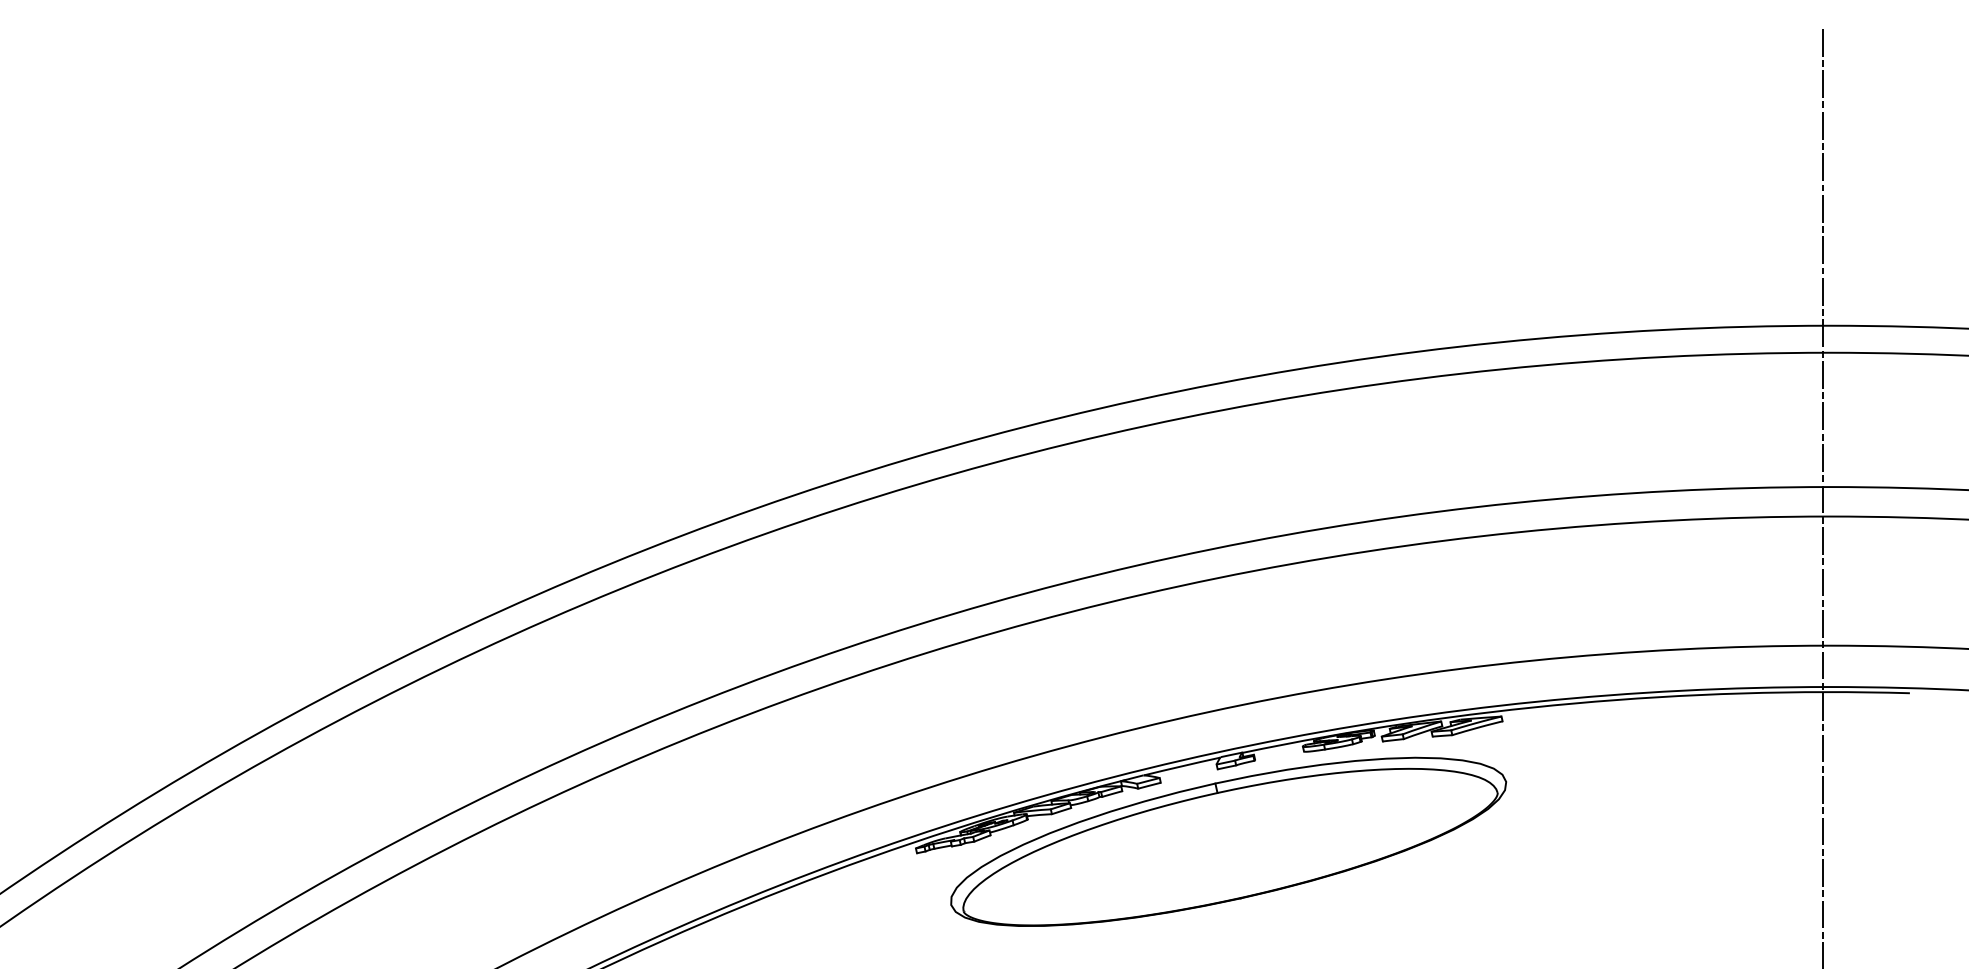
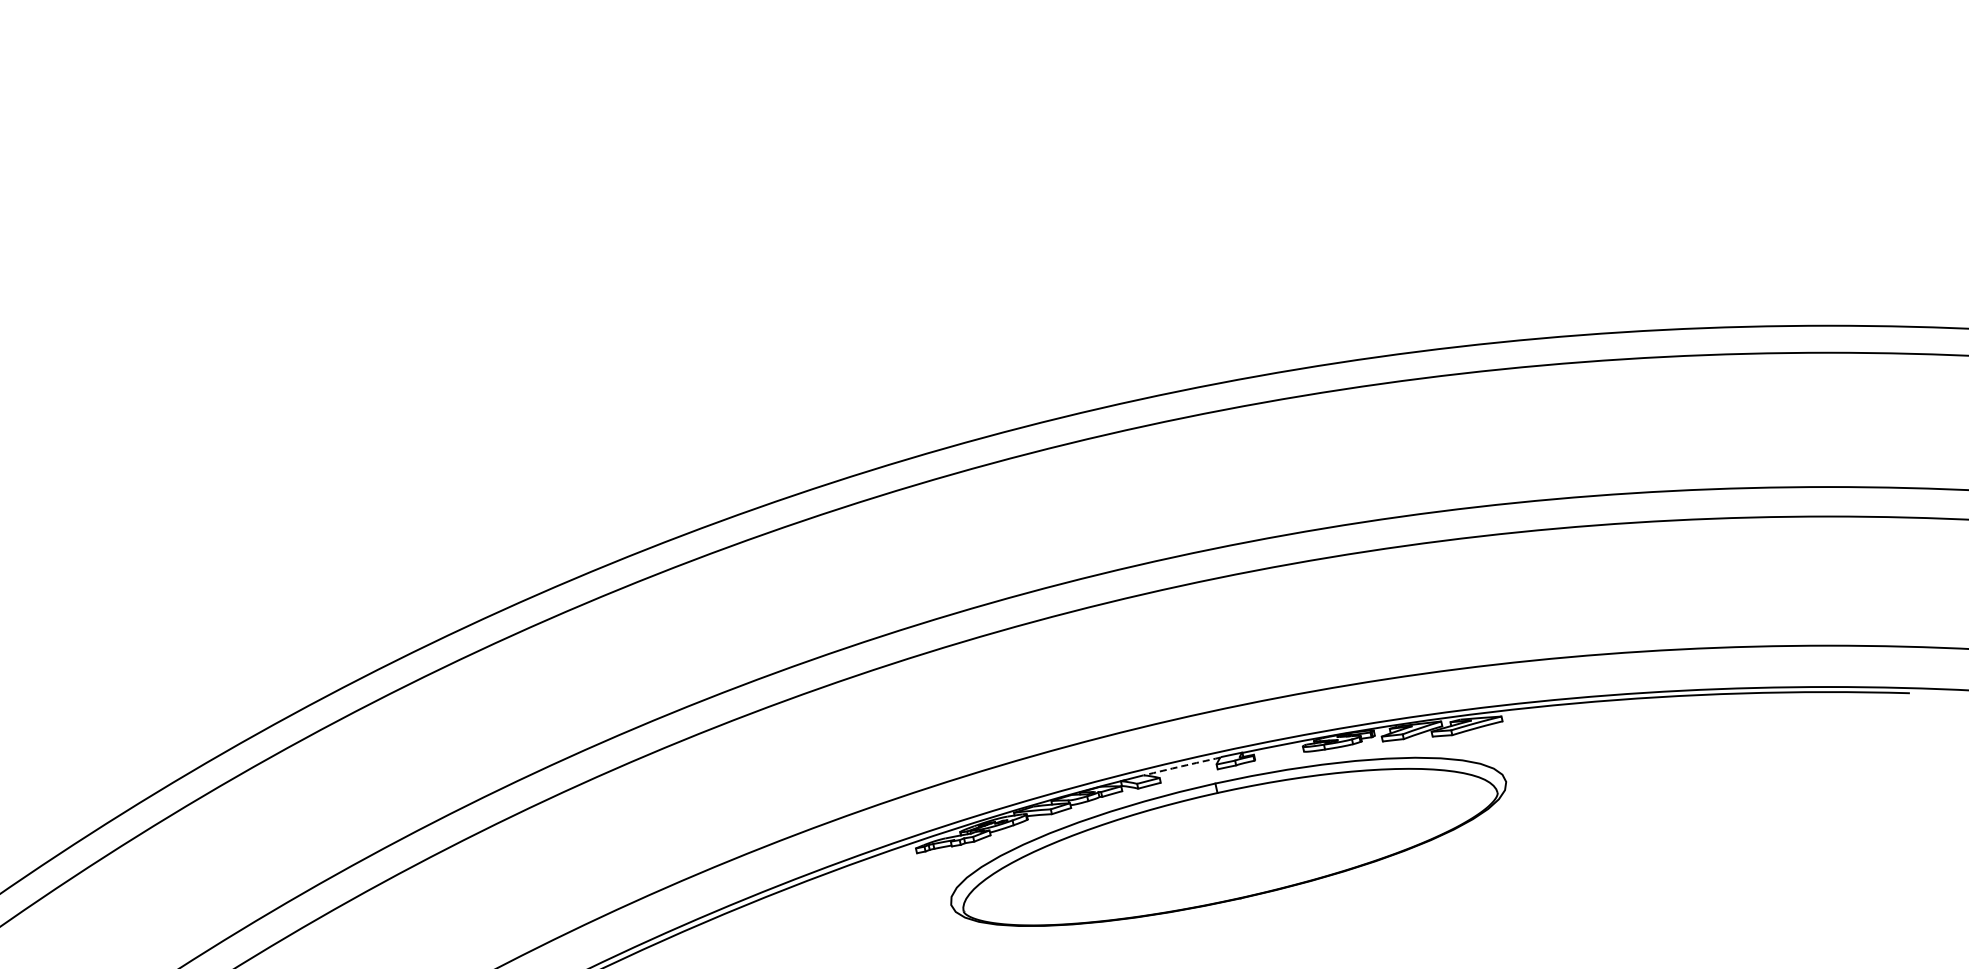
line at (1823, 496): present -> none
arc at (1182, 766): solid -> dashed
